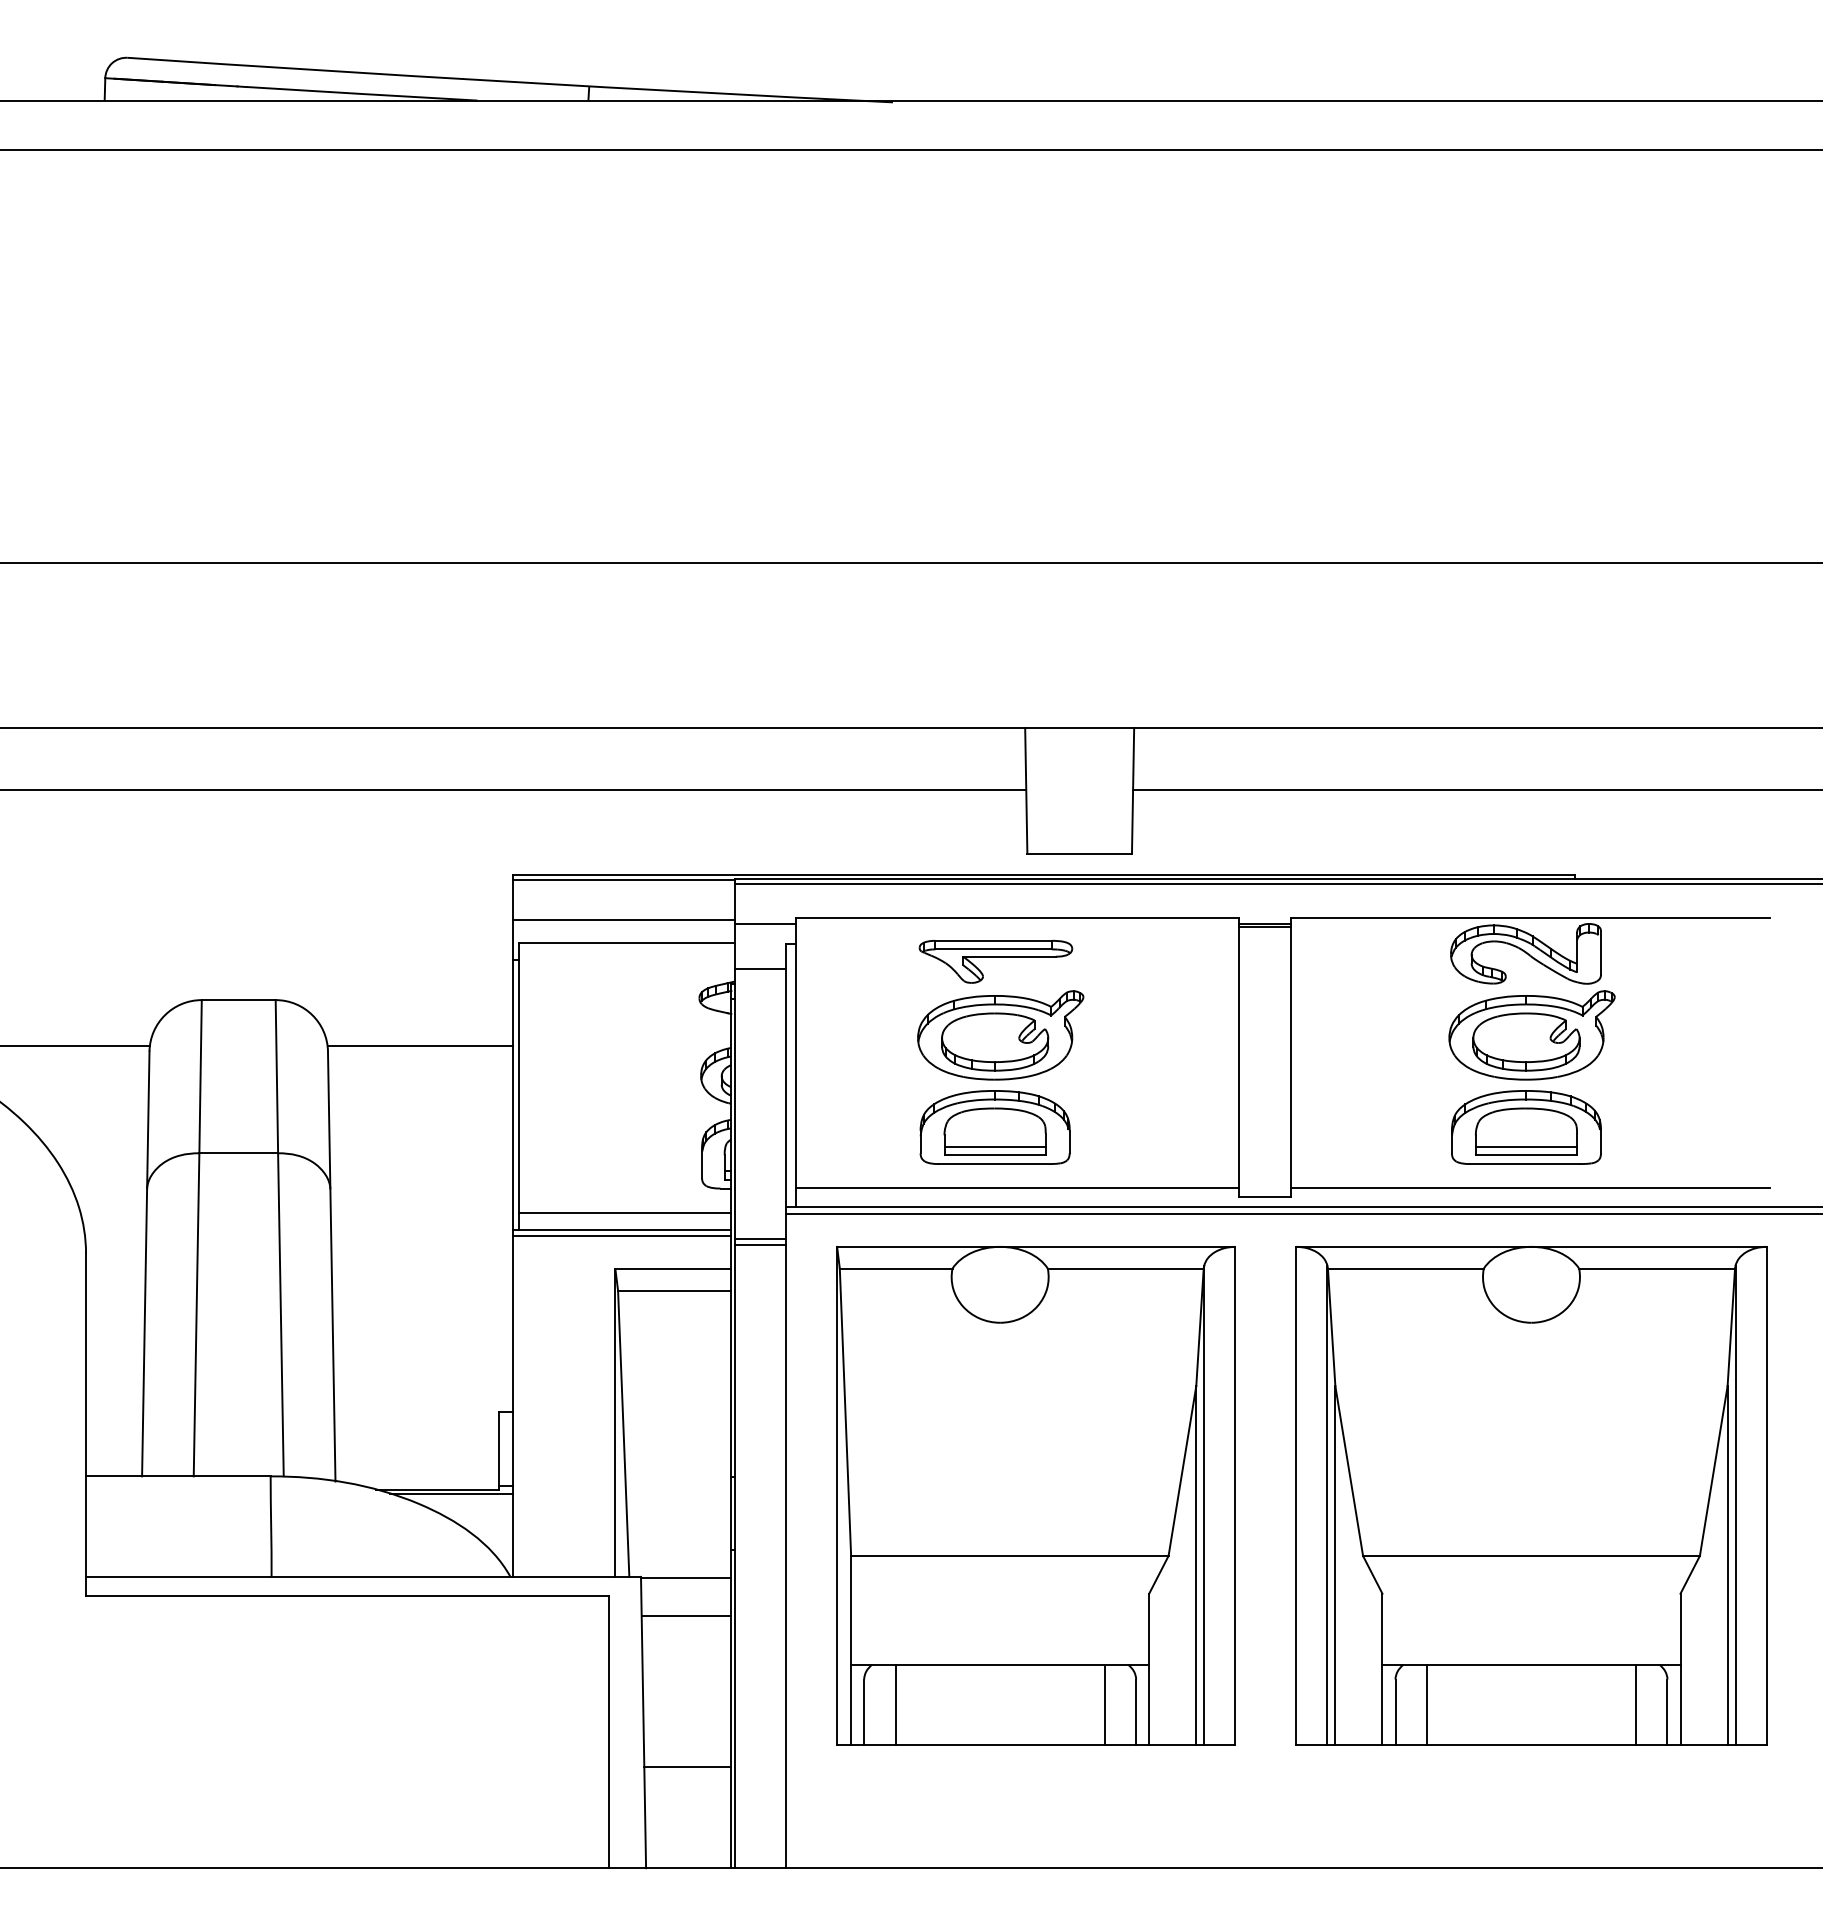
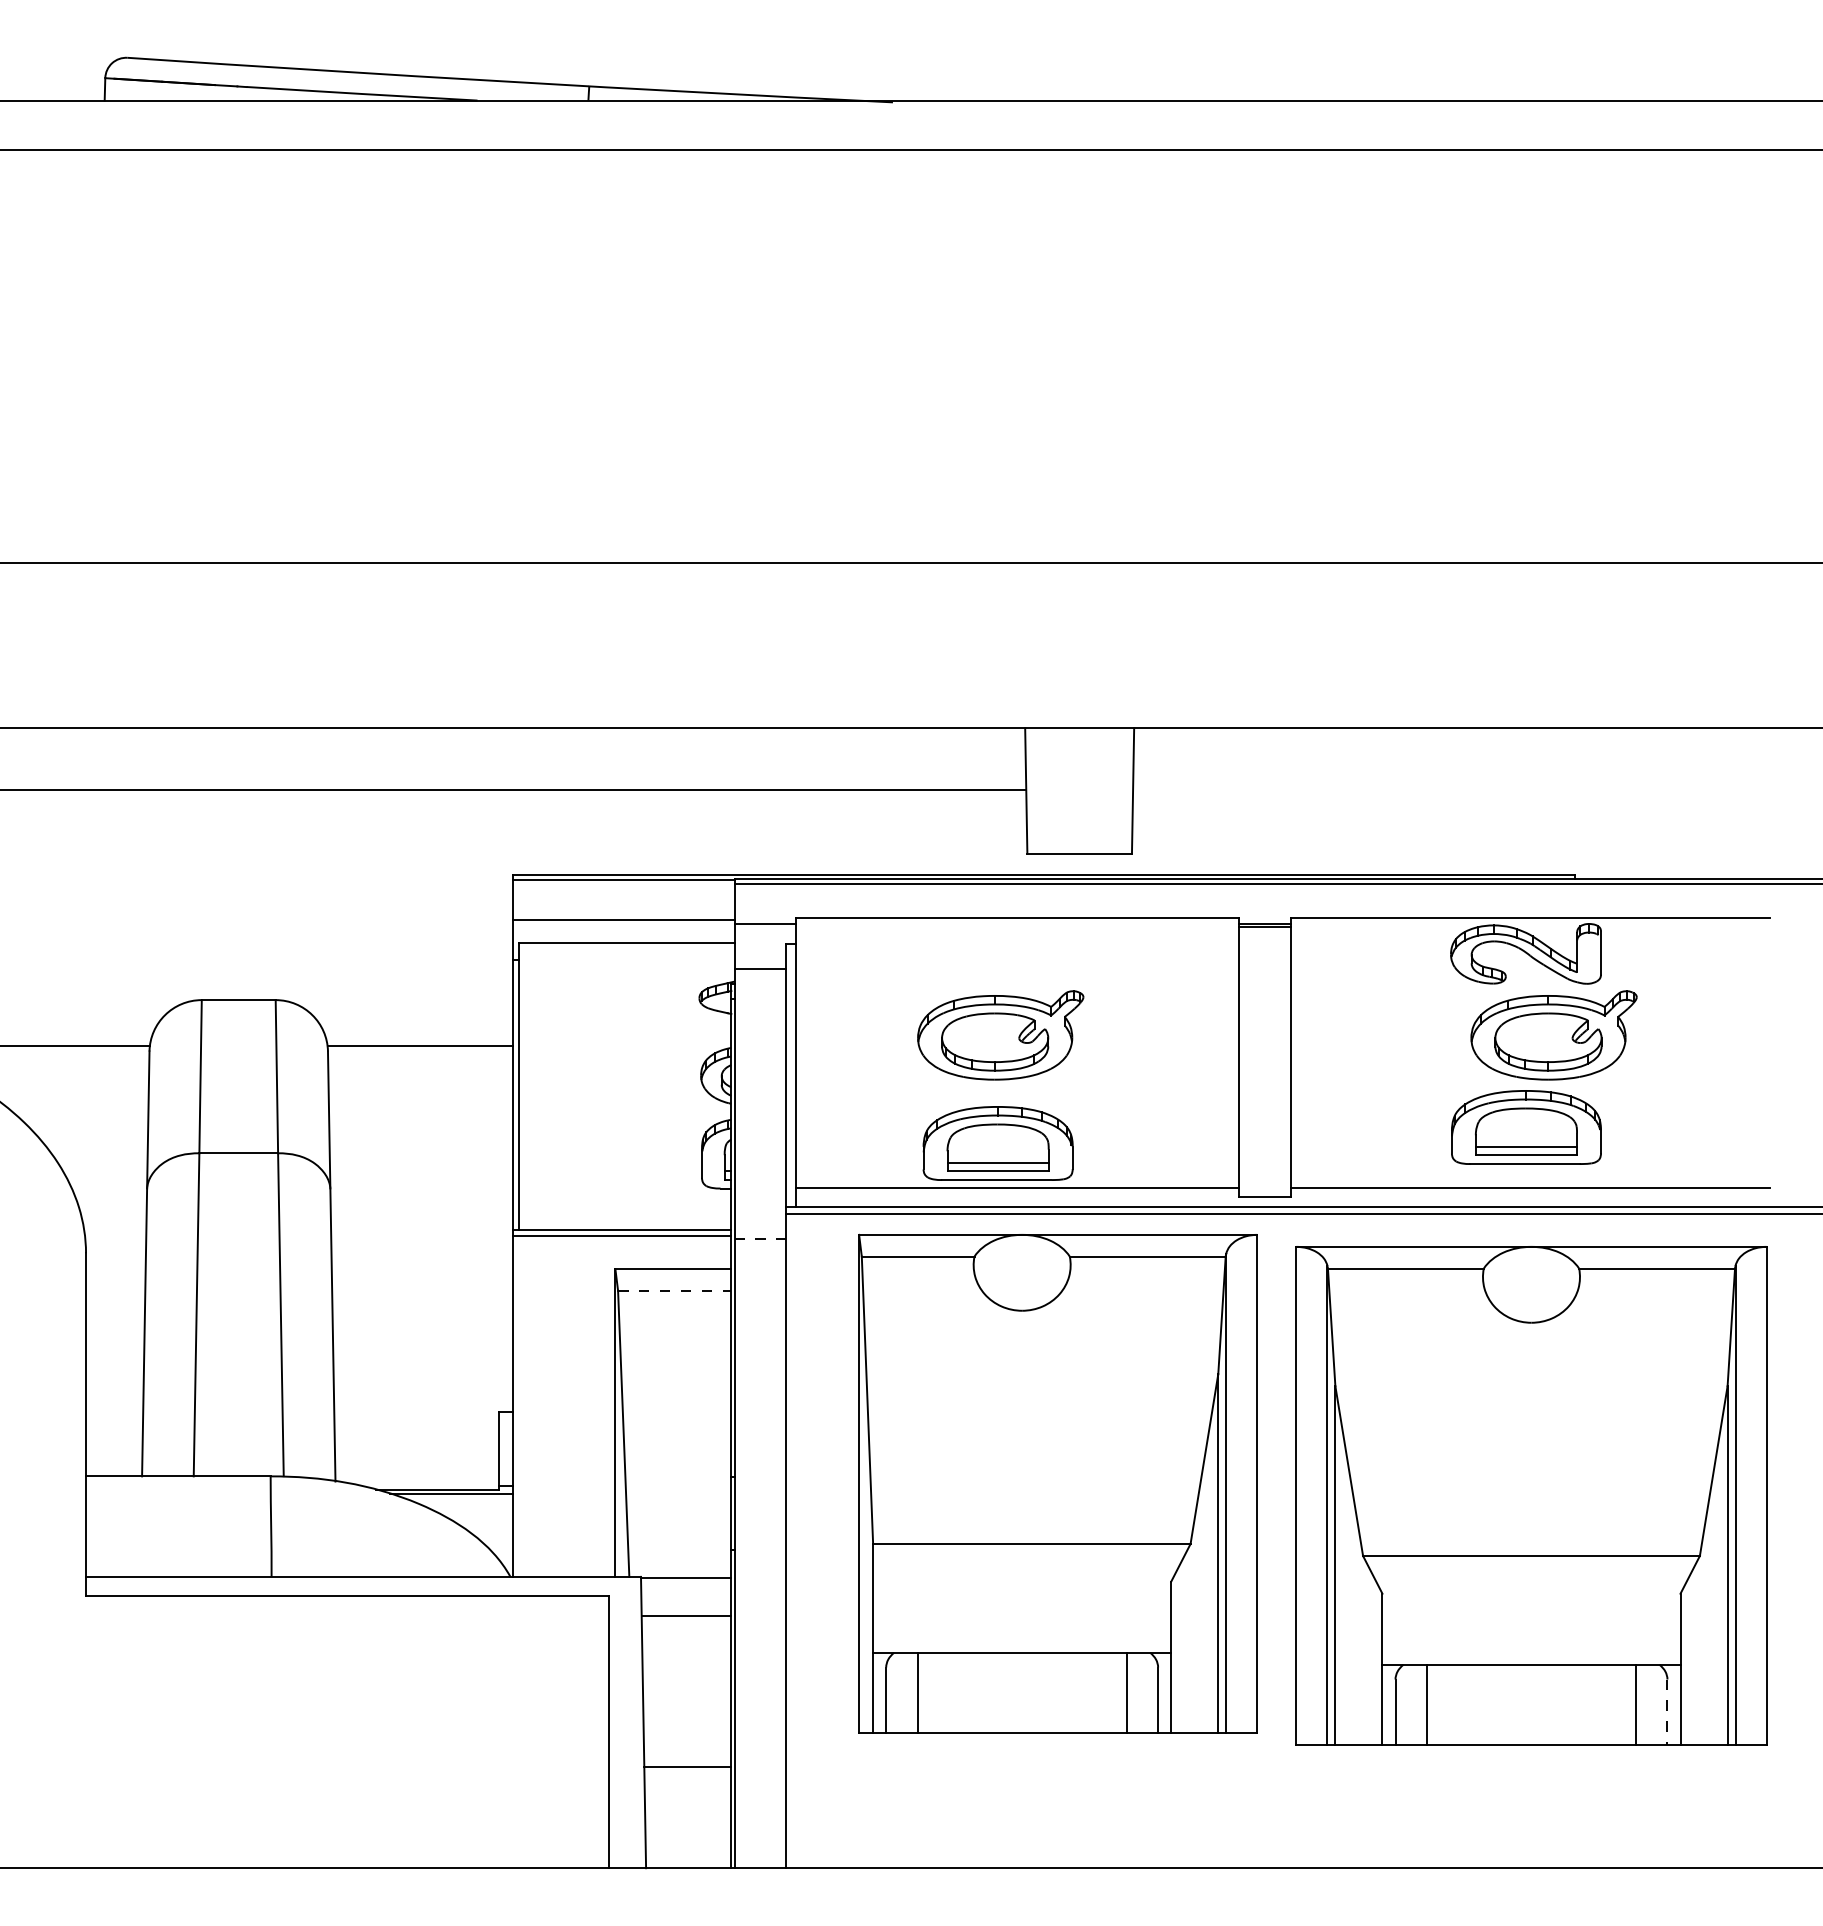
line at (1476, 790): present -> none
part at (995, 961): present -> none
part at (1531, 1035) position: (1531, 1035) -> (1553, 1035)
part at (994, 1127) position: (994, 1127) -> (997, 1143)
line at (625, 1212): present -> none
line at (760, 1239): solid -> dashed
line at (759, 1245): present -> none
line at (674, 1290): solid -> dashed
part at (1035, 1495) position: (1035, 1495) -> (1057, 1483)
line at (1667, 1712): solid -> dashed
